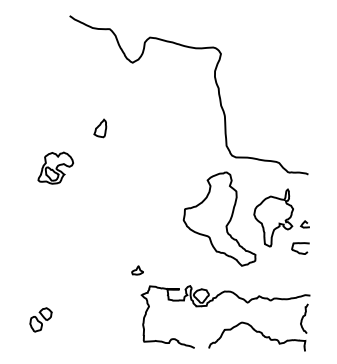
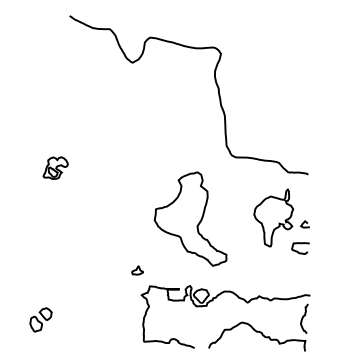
part at (100, 128): present -> none
part at (55, 167) size: 37x34 px -> 27x24 px
part at (219, 218) position: (219, 218) -> (190, 218)
